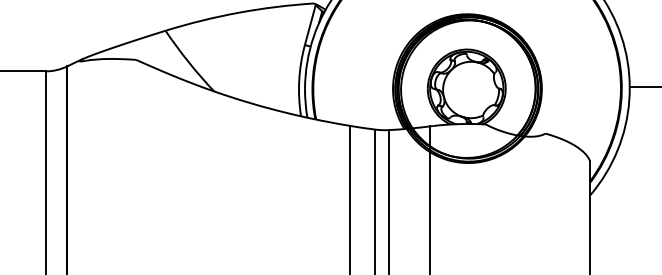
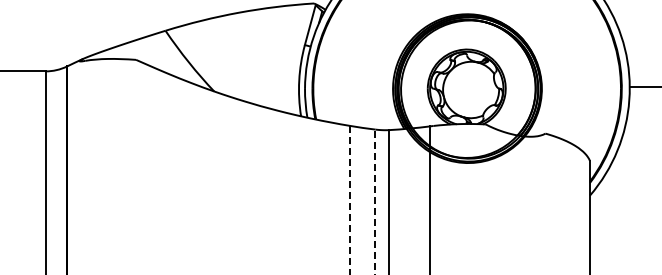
line at (349, 199): solid -> dashed
line at (375, 202): solid -> dashed
